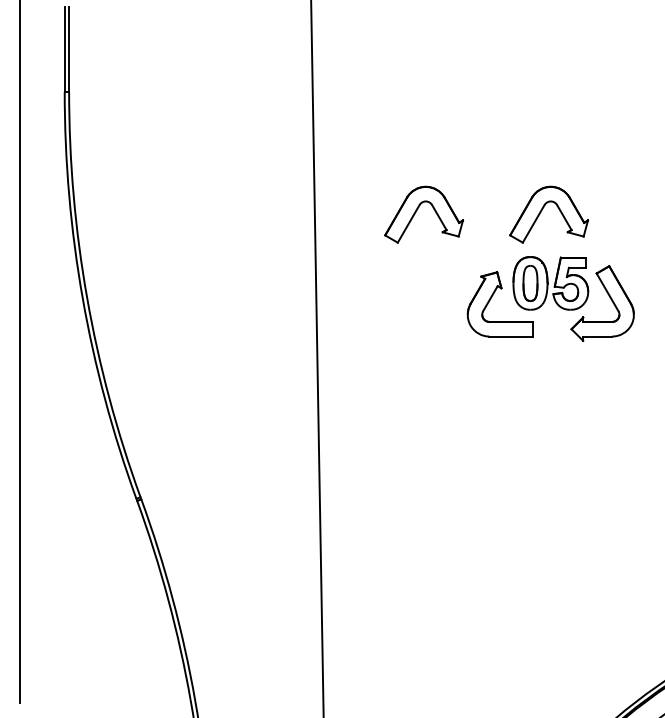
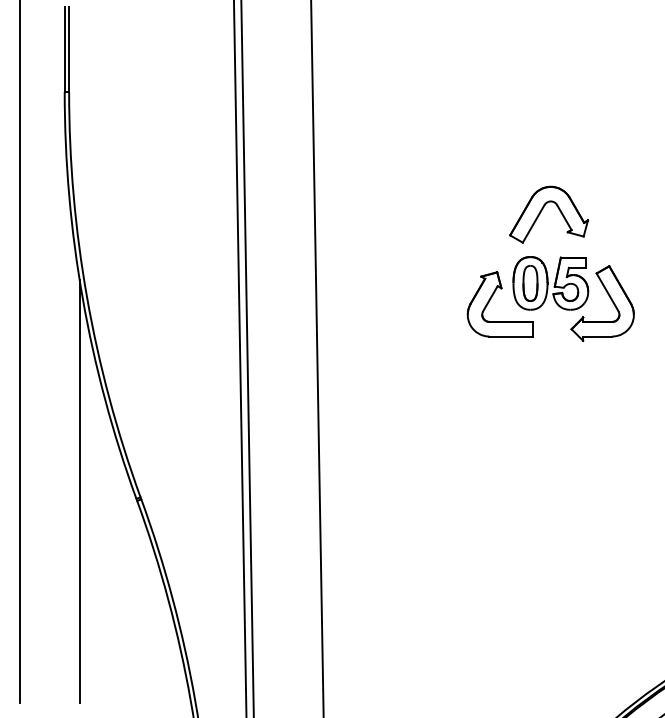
part at (418, 209): present -> none
line at (240, 358): none -> present
line at (247, 358): none -> present
line at (79, 491): none -> present
